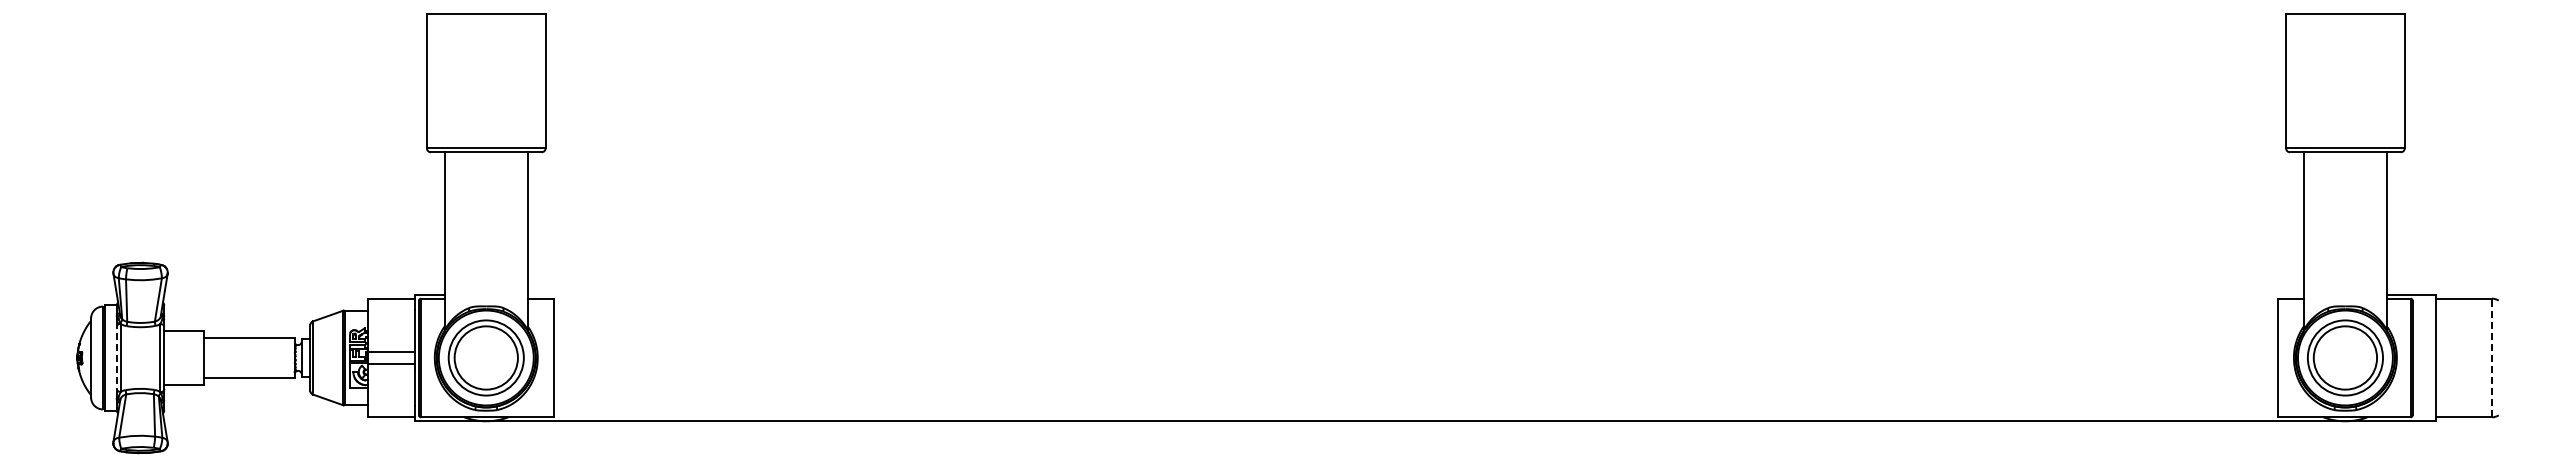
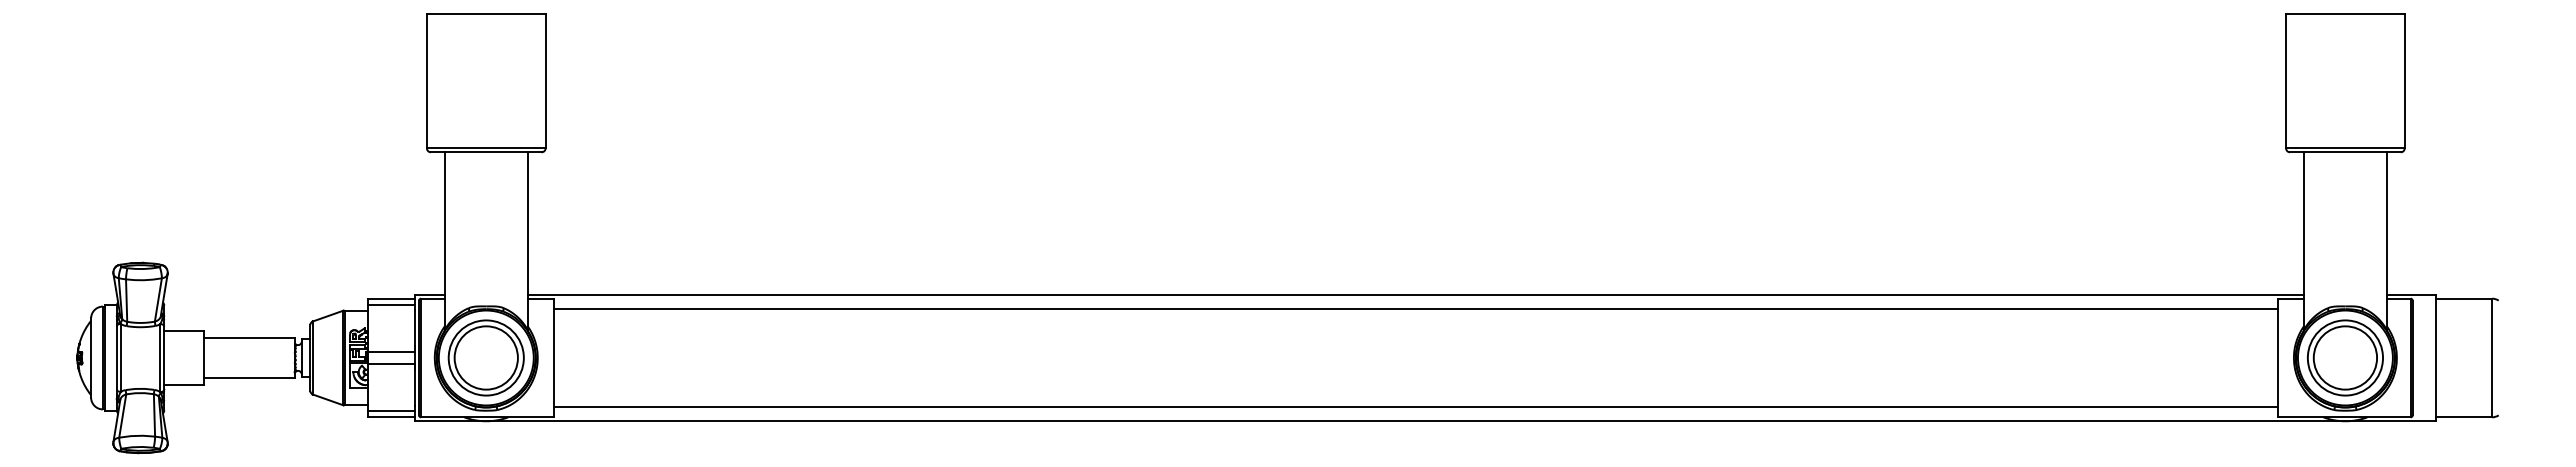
line at (1415, 294): none -> present
line at (391, 304): none -> present
line at (1415, 308): none -> present
line at (116, 357): dashed -> solid
line at (2492, 357): dashed -> solid
line at (1415, 407): none -> present
line at (391, 411): none -> present
